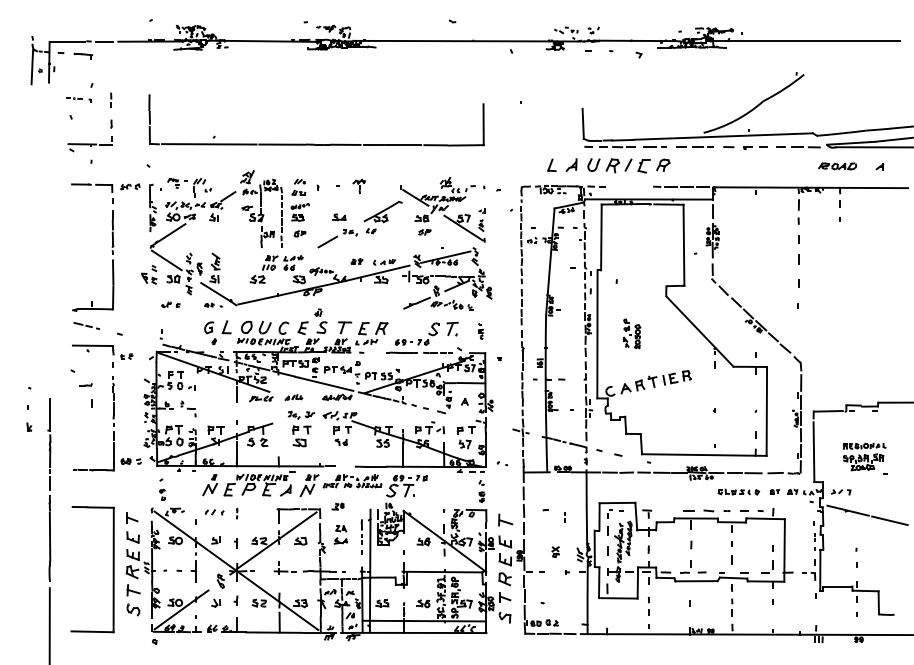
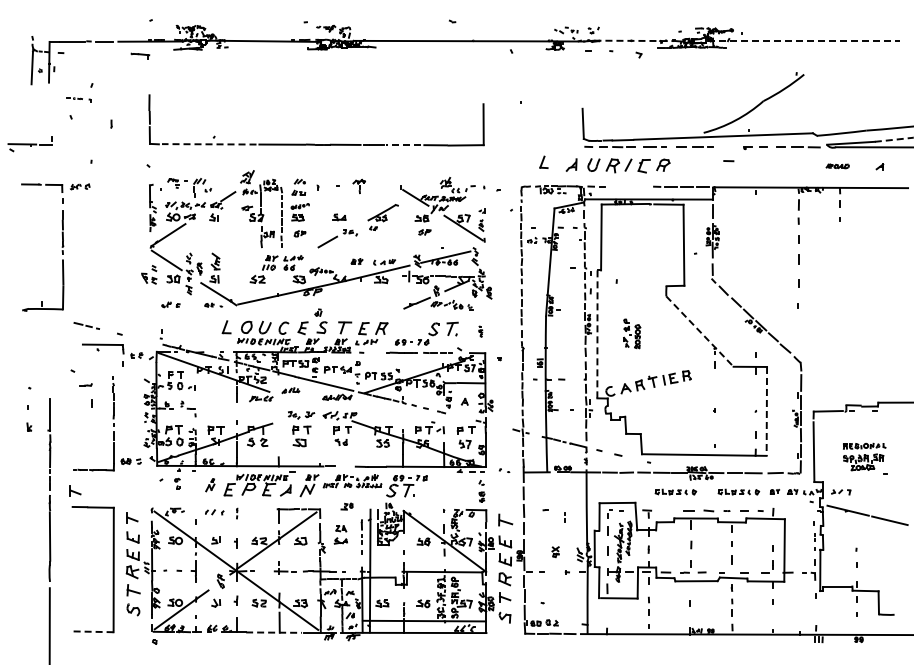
line at (634, 40): solid -> dashed
line at (803, 41): solid -> dashed
part at (83, 55) position: (83, 55) -> (140, 55)
line at (111, 99): present -> none
arc at (894, 139): solid -> dashed
part at (89, 144) position: (89, 144) -> (29, 144)
line at (208, 144): solid -> dashed
line at (402, 145): solid -> dashed
line at (728, 147) position: (728, 147) -> (728, 161)
part at (551, 164) position: (551, 164) -> (543, 161)
part at (837, 166) size: 40x9 px -> 25x7 px
part at (382, 217) size: 40x35 px -> 32x27 px
part at (105, 247) position: (105, 247) -> (55, 247)
part at (480, 331) size: 7x17 px -> 6x13 px
line at (699, 331): solid -> dashed
part at (210, 333): present -> none
line at (597, 334): solid -> dashed
part at (102, 346) position: (102, 346) -> (112, 345)
part at (293, 397) position: (293, 397) -> (290, 390)
line at (766, 411): solid -> dashed
part at (502, 463) position: (502, 463) -> (504, 470)
part at (210, 485) size: 17x23 px -> 11x15 px
part at (75, 490): none -> present
part at (675, 491): none -> present
part at (162, 494) position: (162, 494) -> (177, 483)
part at (337, 506) position: (337, 506) -> (346, 506)
line at (92, 631): solid -> dashed
line at (274, 632): solid -> dashed
